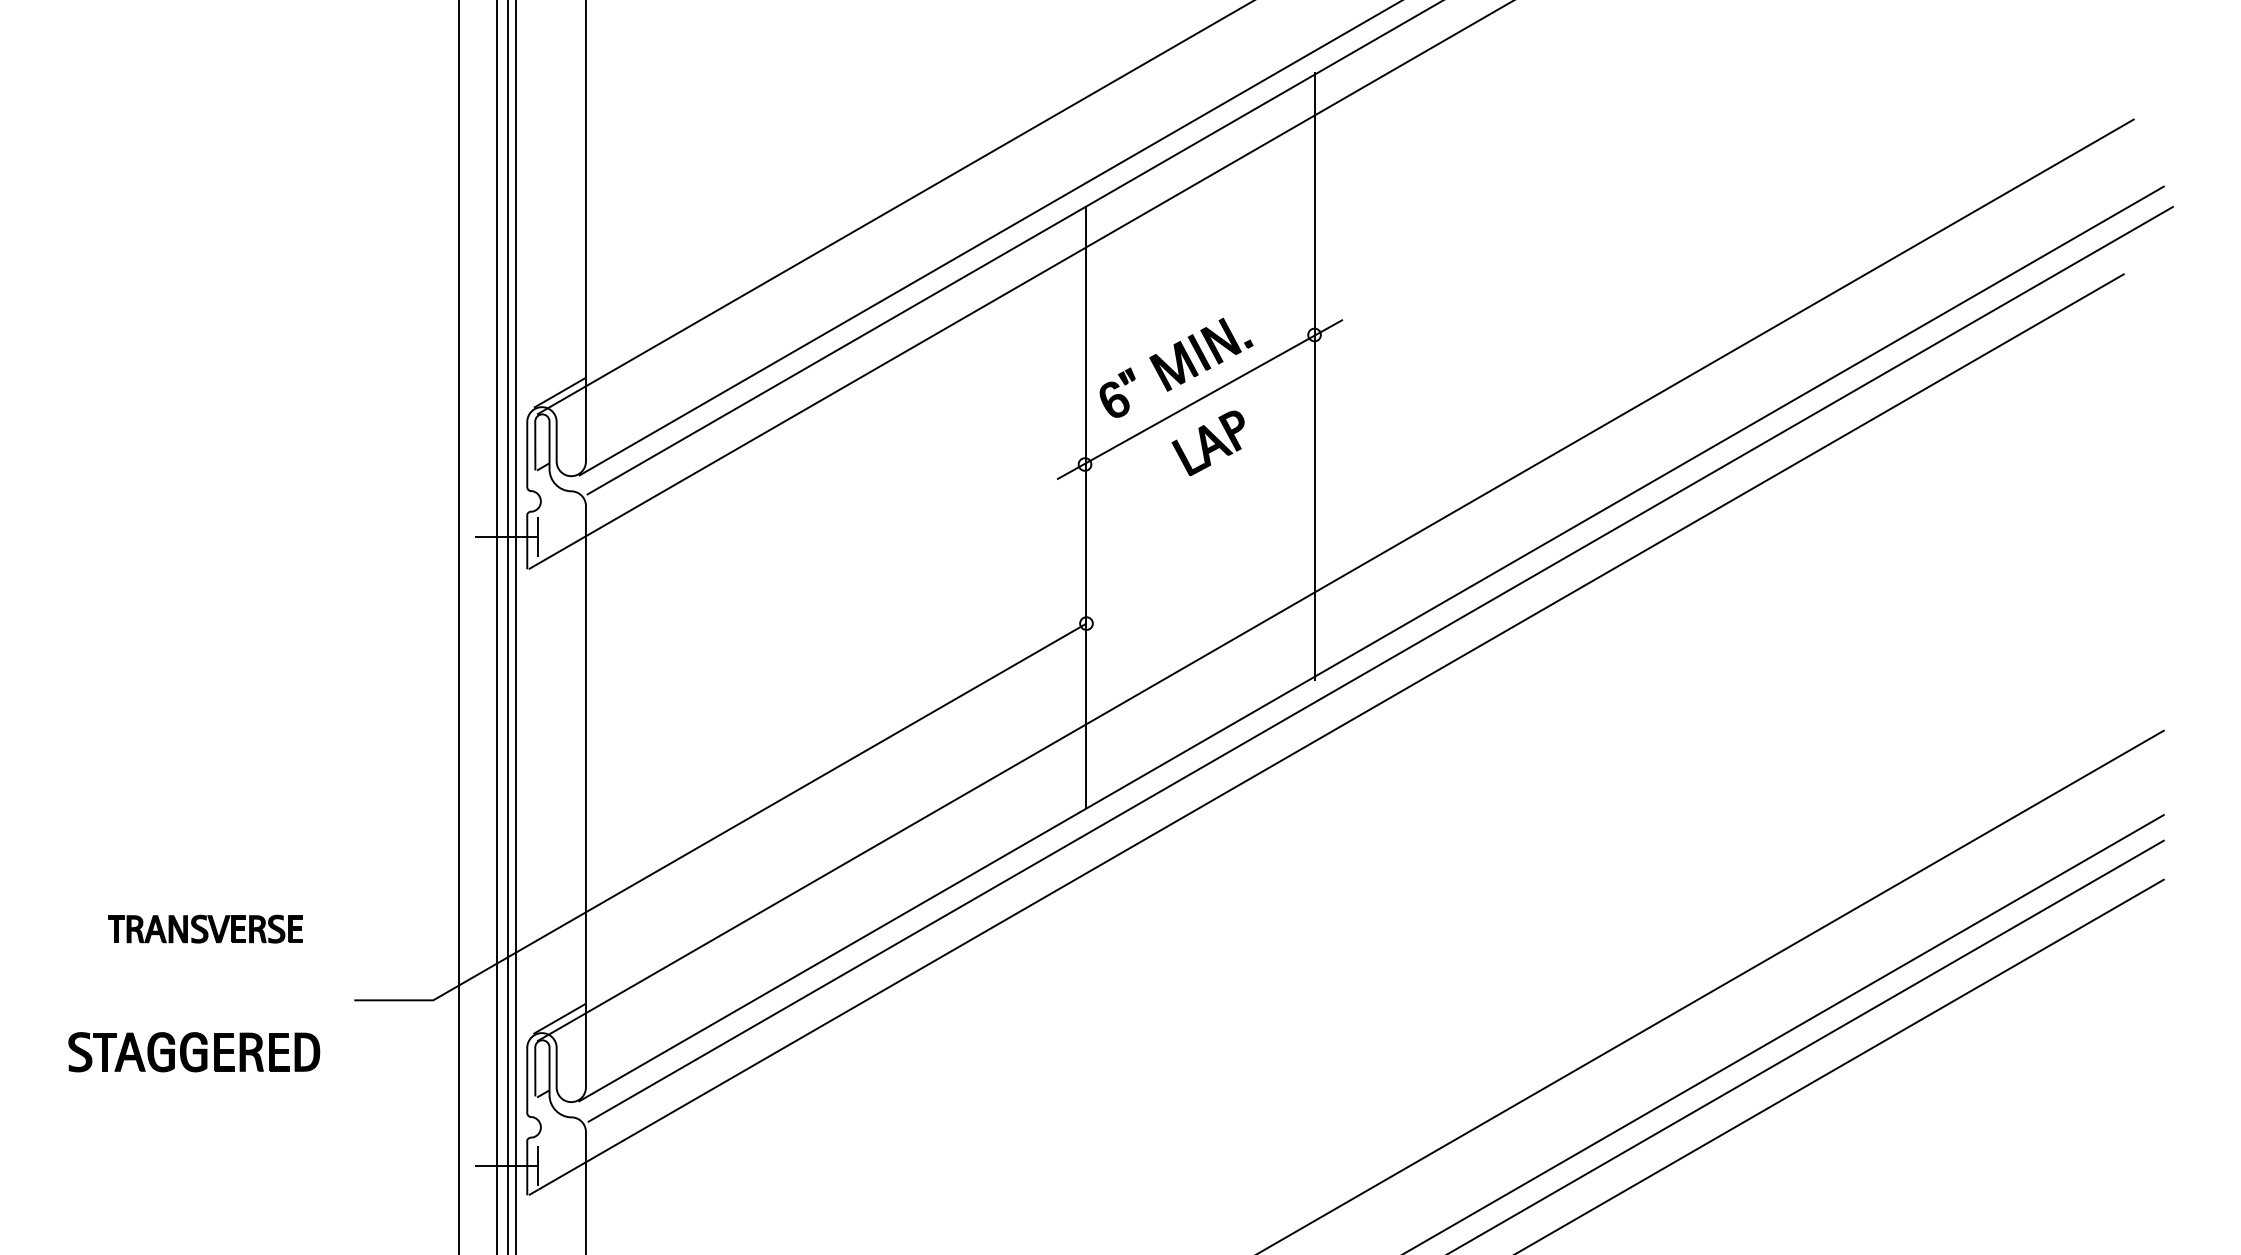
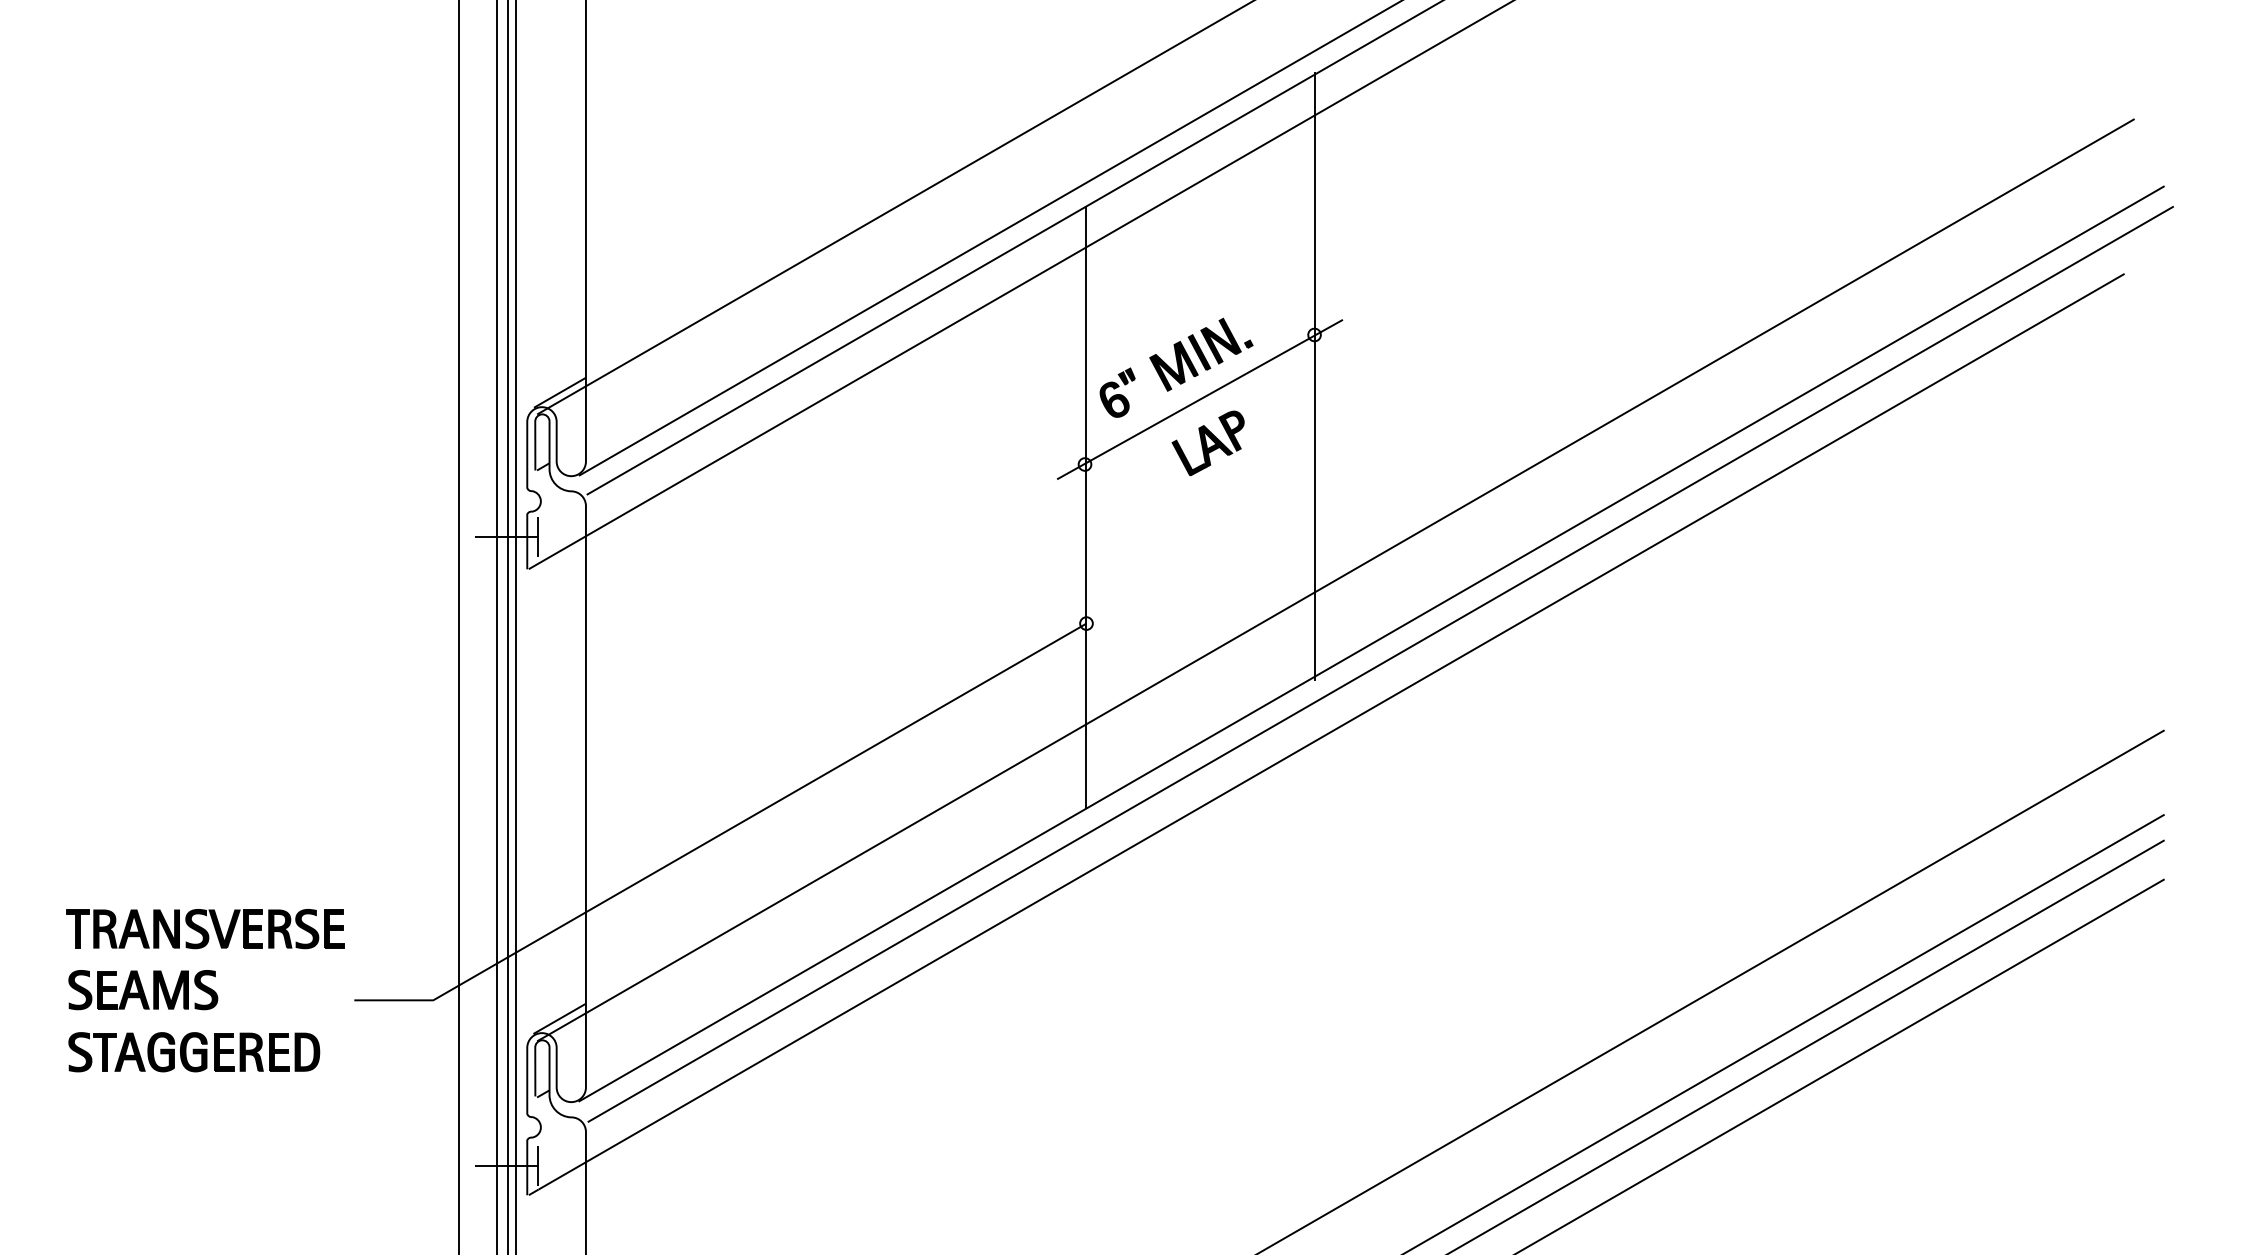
part at (205, 928) size: 195x30 px -> 279x41 px
part at (143, 990): none -> present
